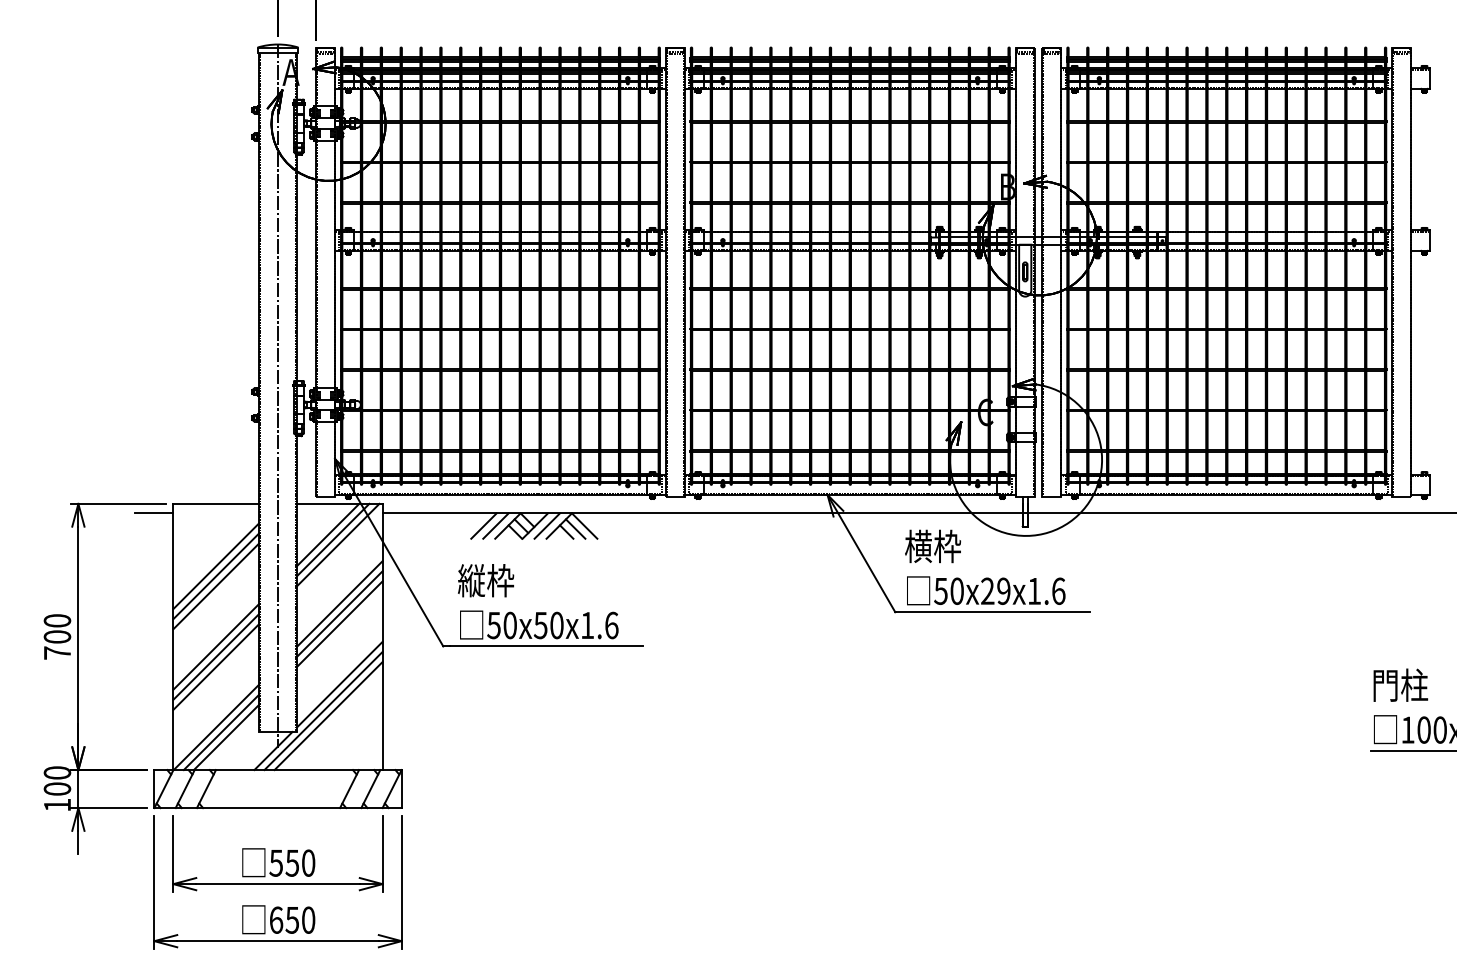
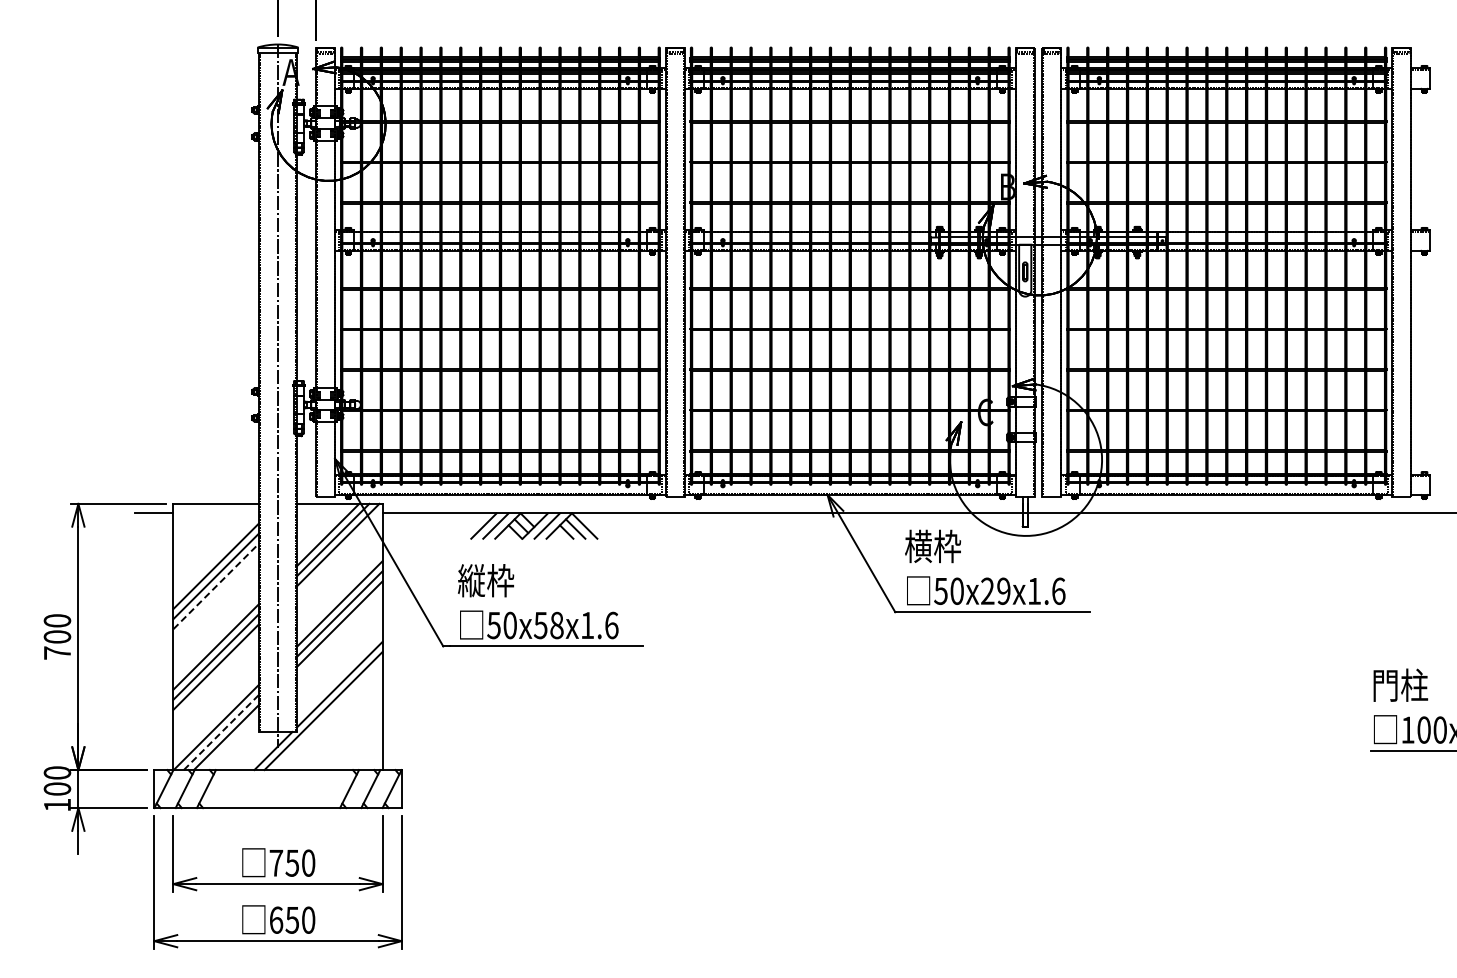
line at (216, 586): solid -> dashed
text at (556, 625): 50x50x1.6 -> 50x58x1.6
line at (328, 716): present -> none
line at (221, 732): solid -> dashed
text at (276, 863): 550 -> 750
